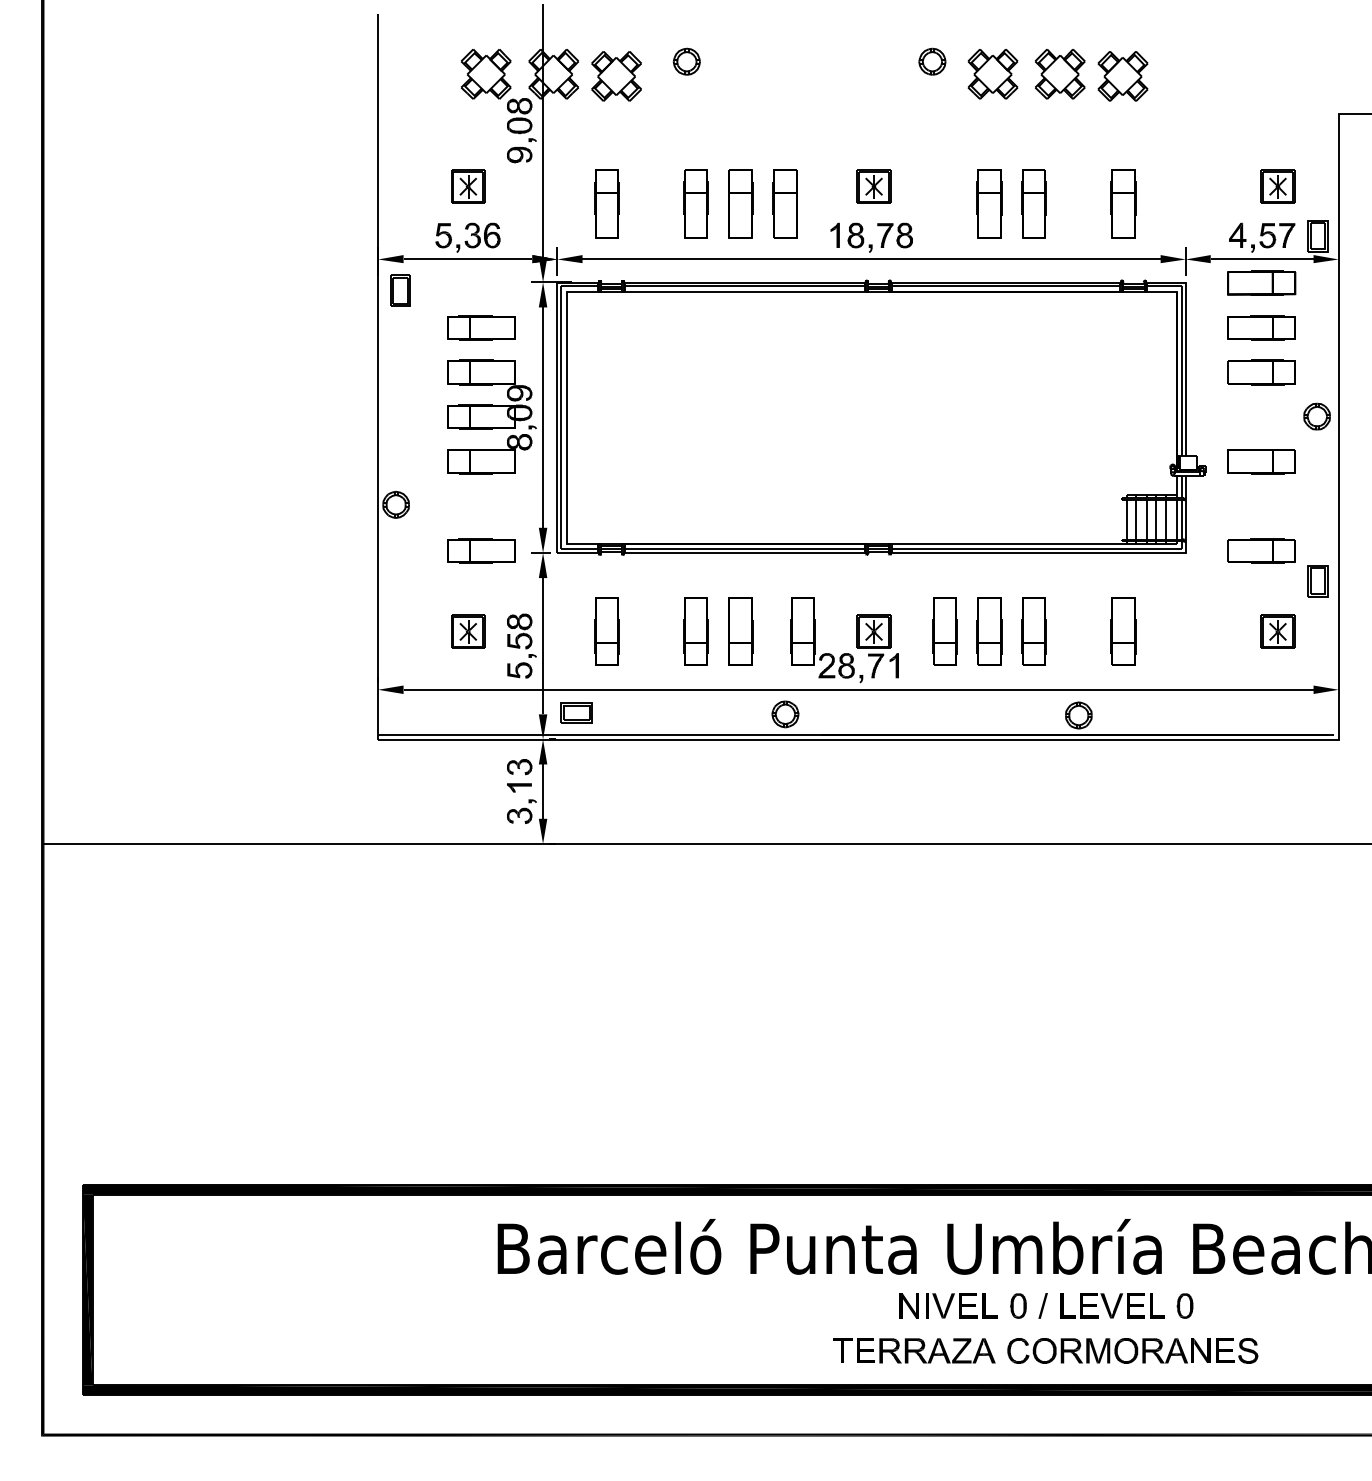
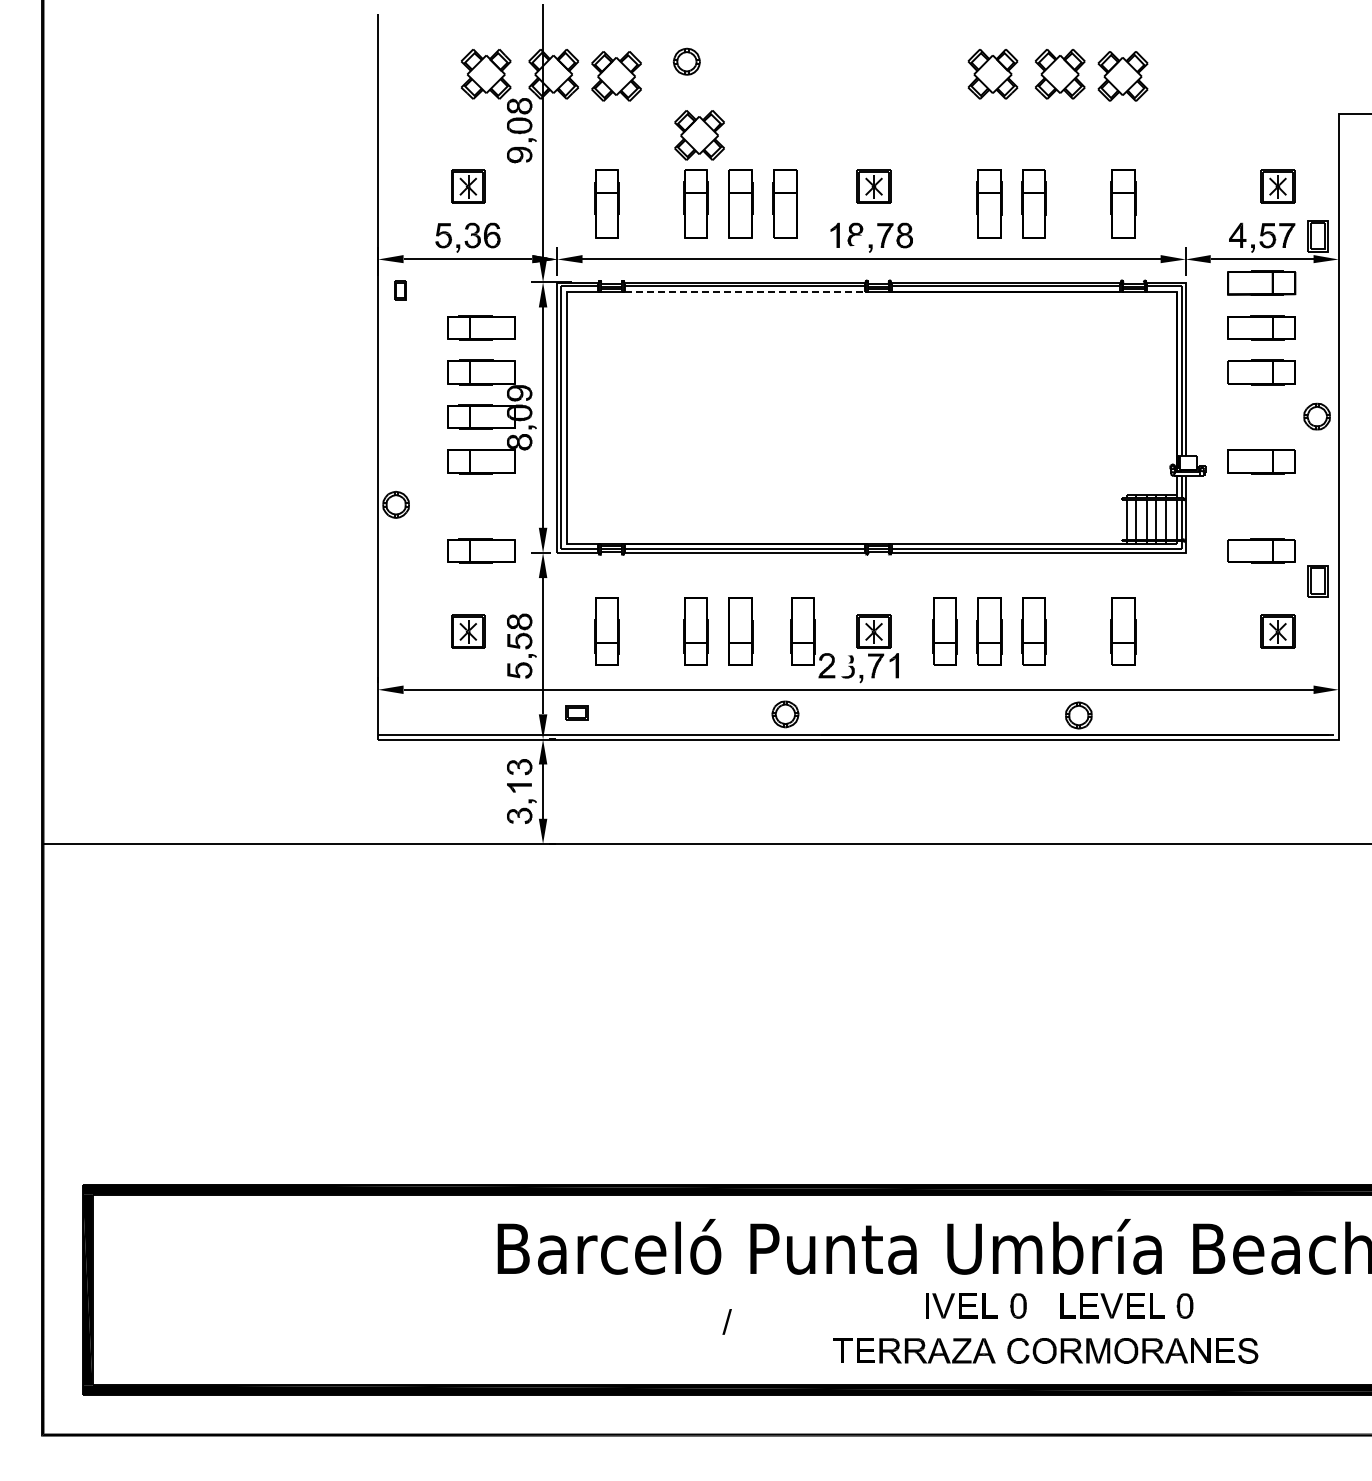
part at (932, 61): present -> none
part at (699, 135): none -> present
fill at (857, 241): present -> none
part at (400, 290) size: 21x33 px -> 13x21 px
line at (744, 291): solid -> dashed
fill at (845, 664): present -> none
part at (576, 712) size: 33x22 px -> 24x16 px
part at (908, 1305): present -> none
line at (1042, 1305) position: (1042, 1305) -> (726, 1321)
